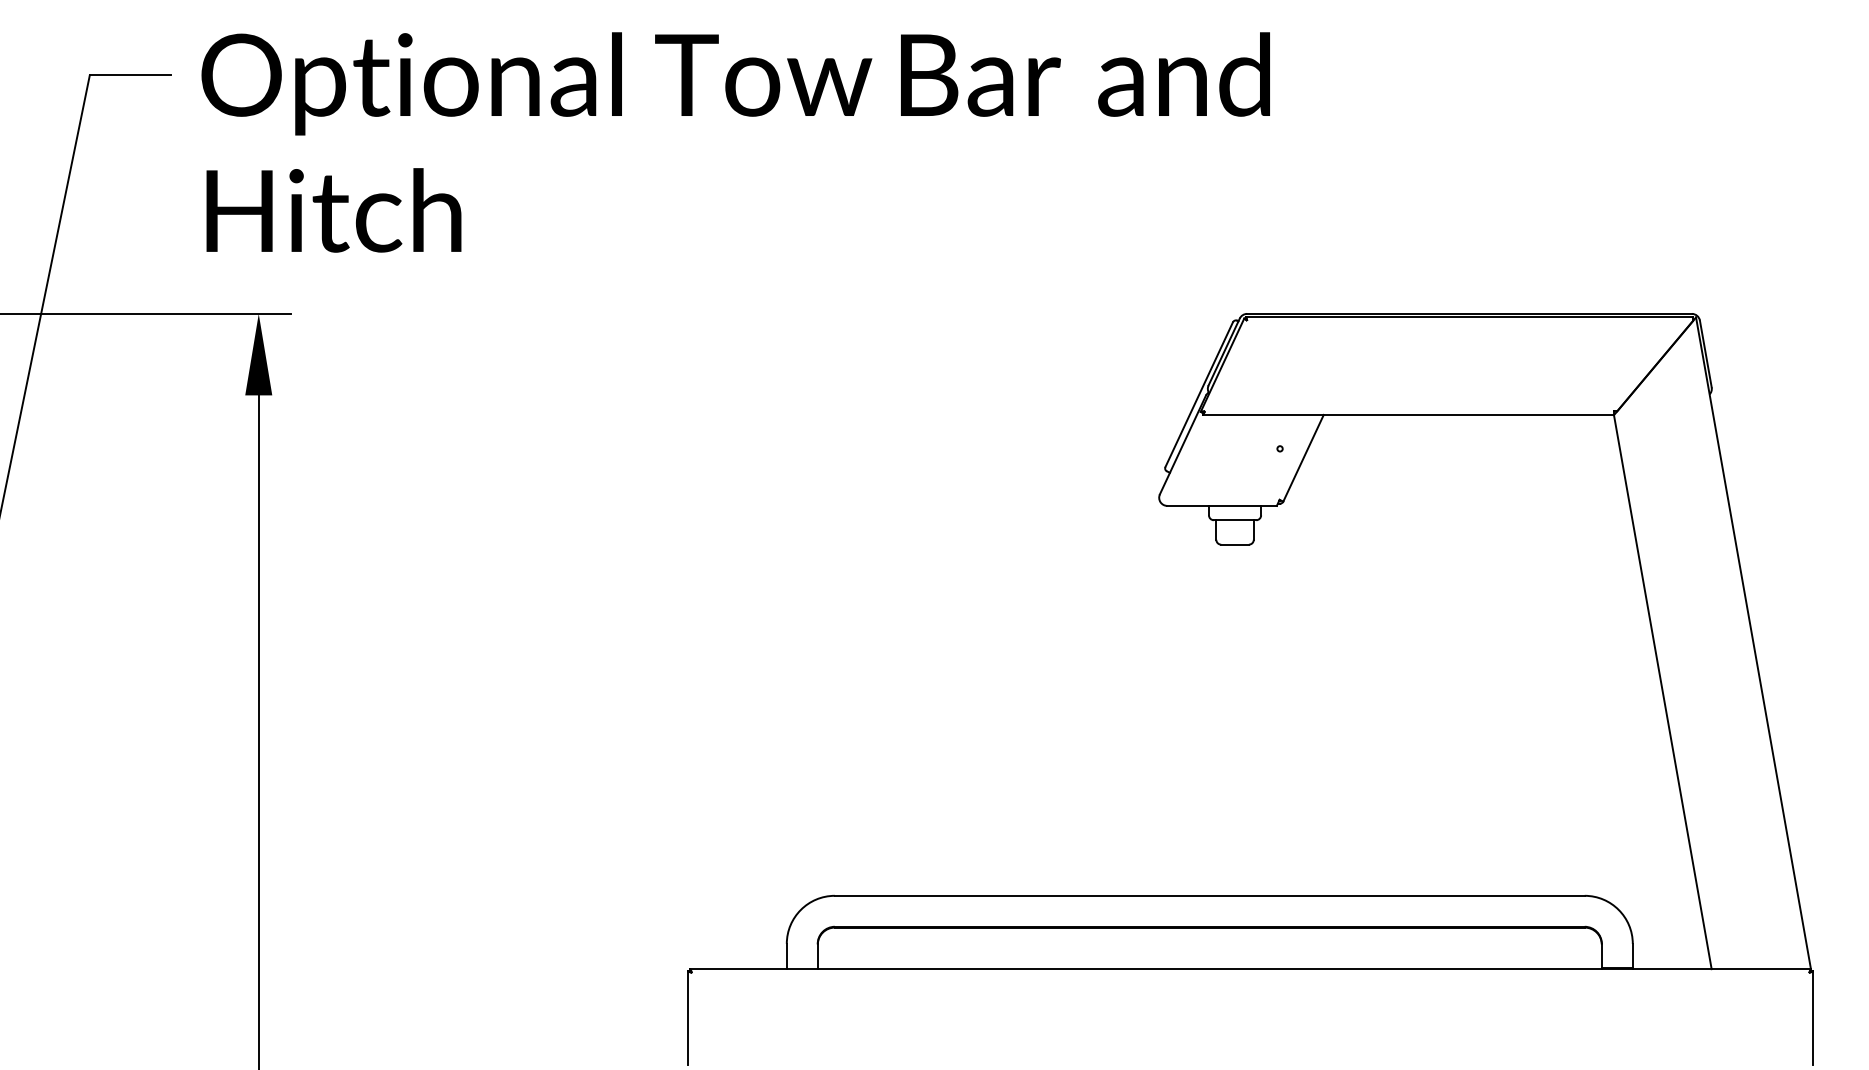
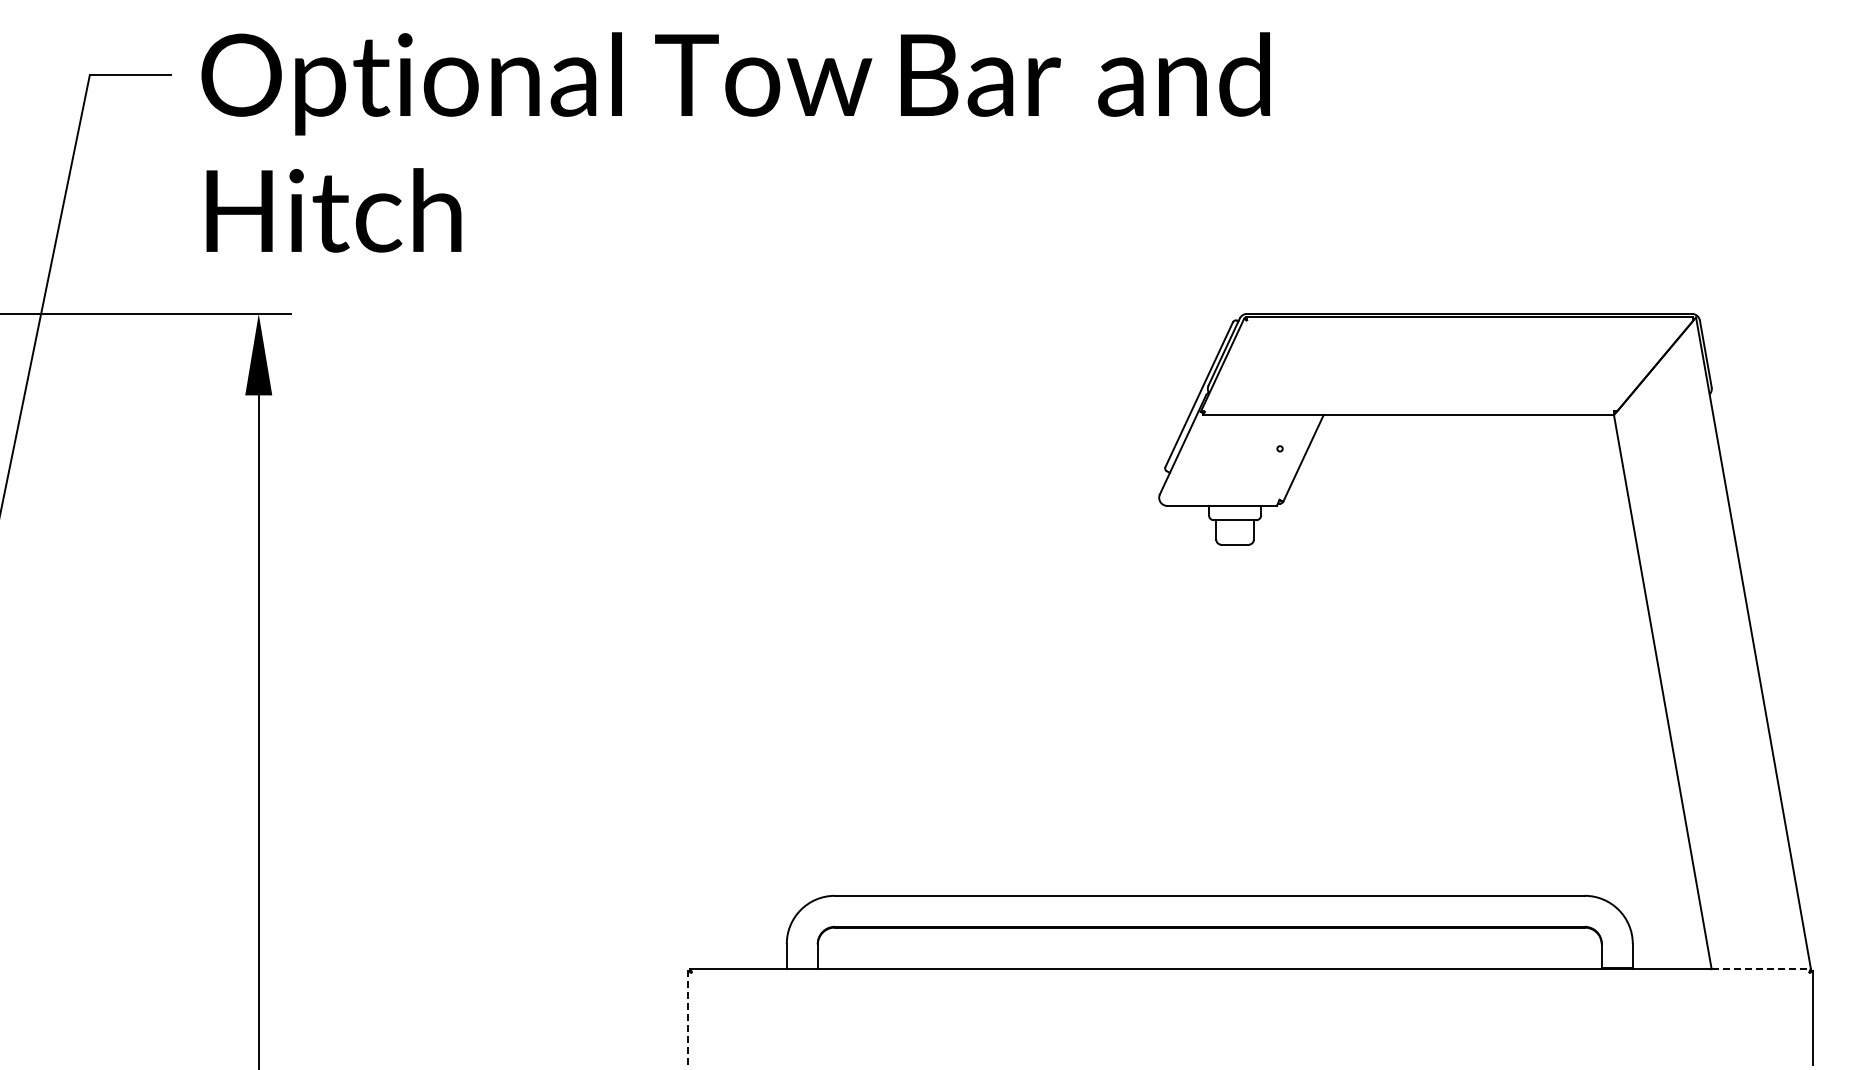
line at (1761, 969): solid -> dashed
line at (688, 1018): solid -> dashed
